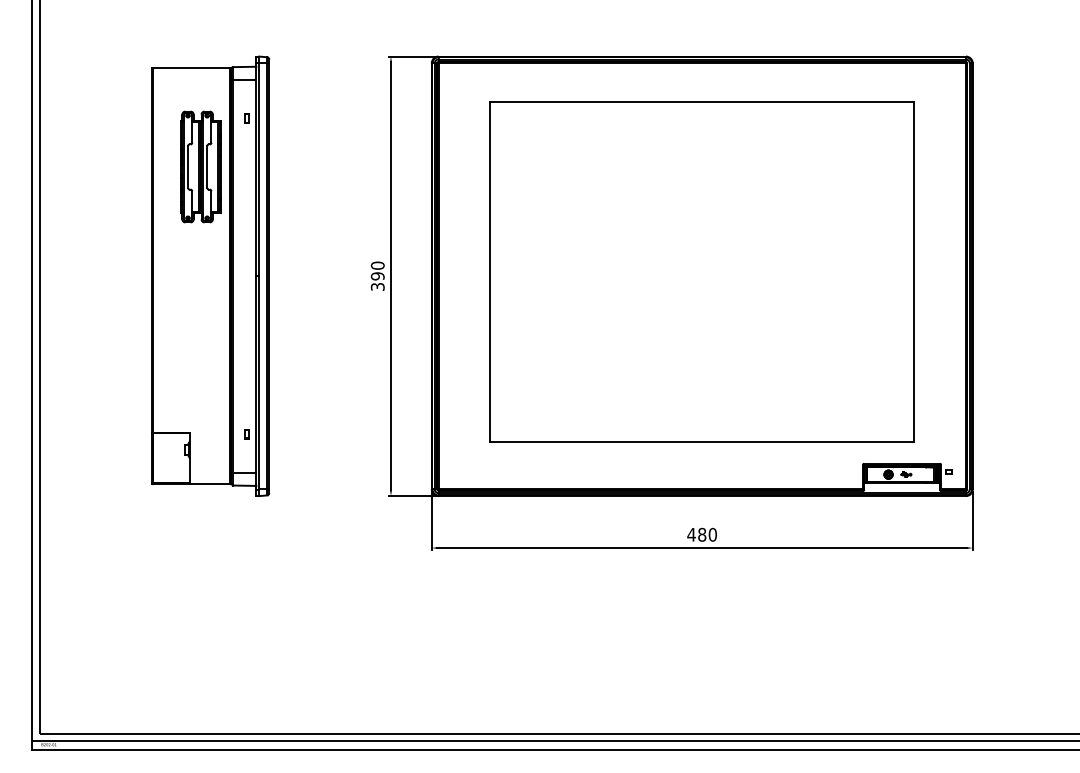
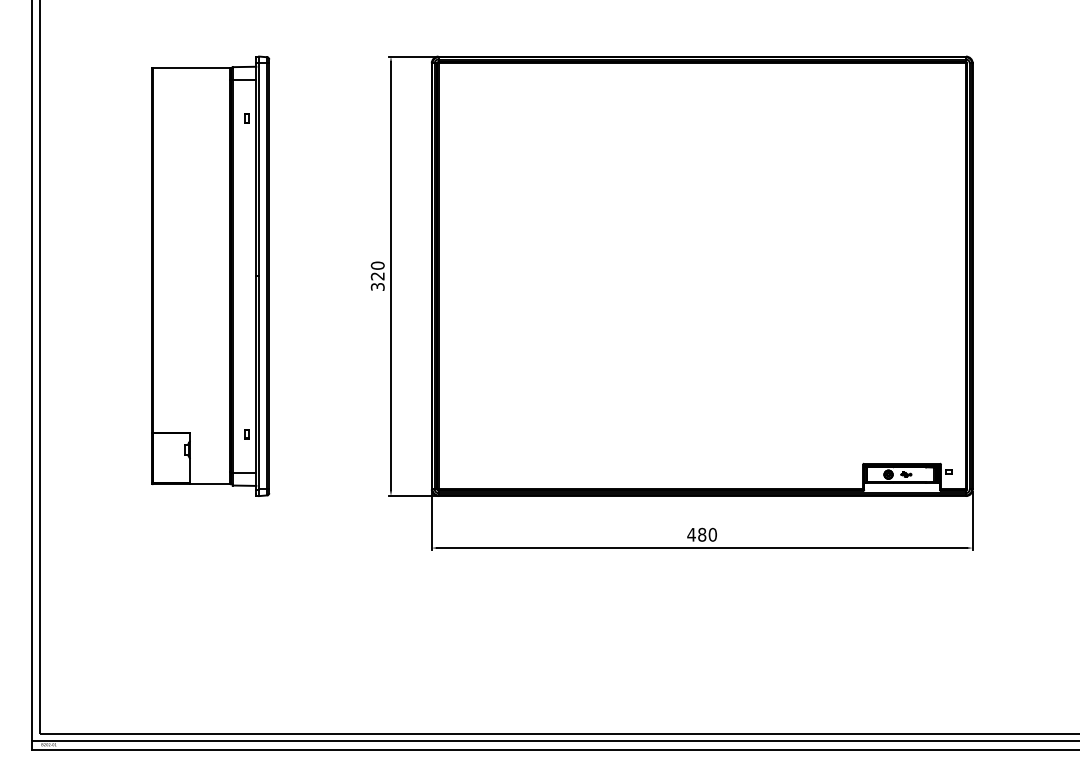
part at (200, 166): present -> none
part at (701, 271): present -> none
text at (377, 276): 390 -> 320
